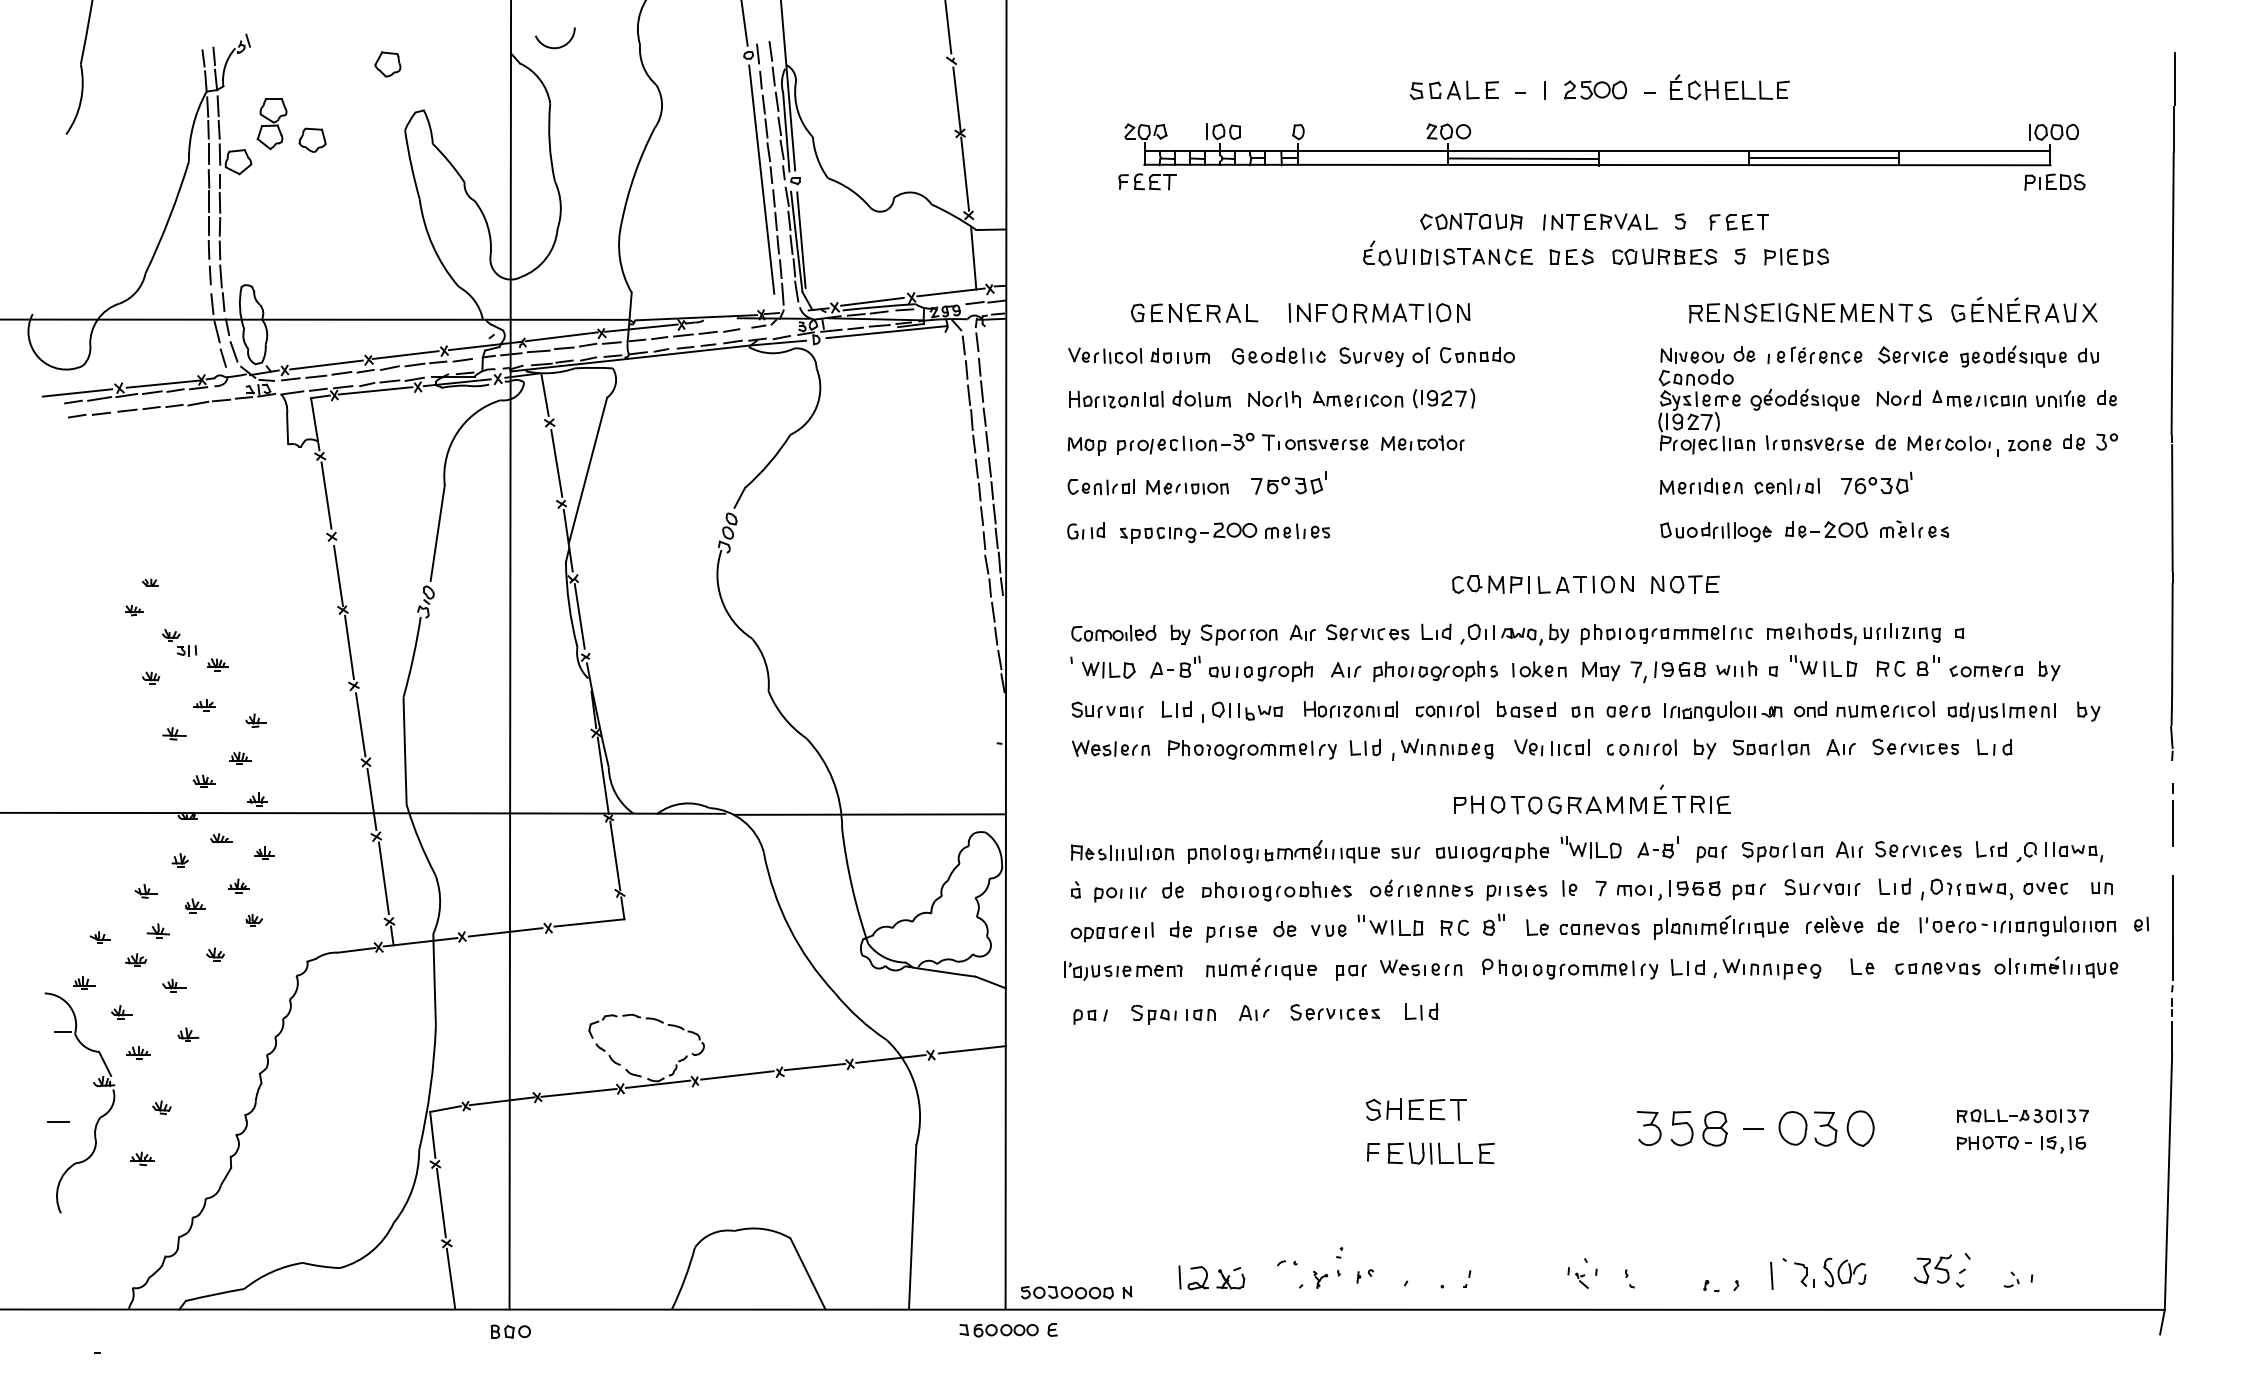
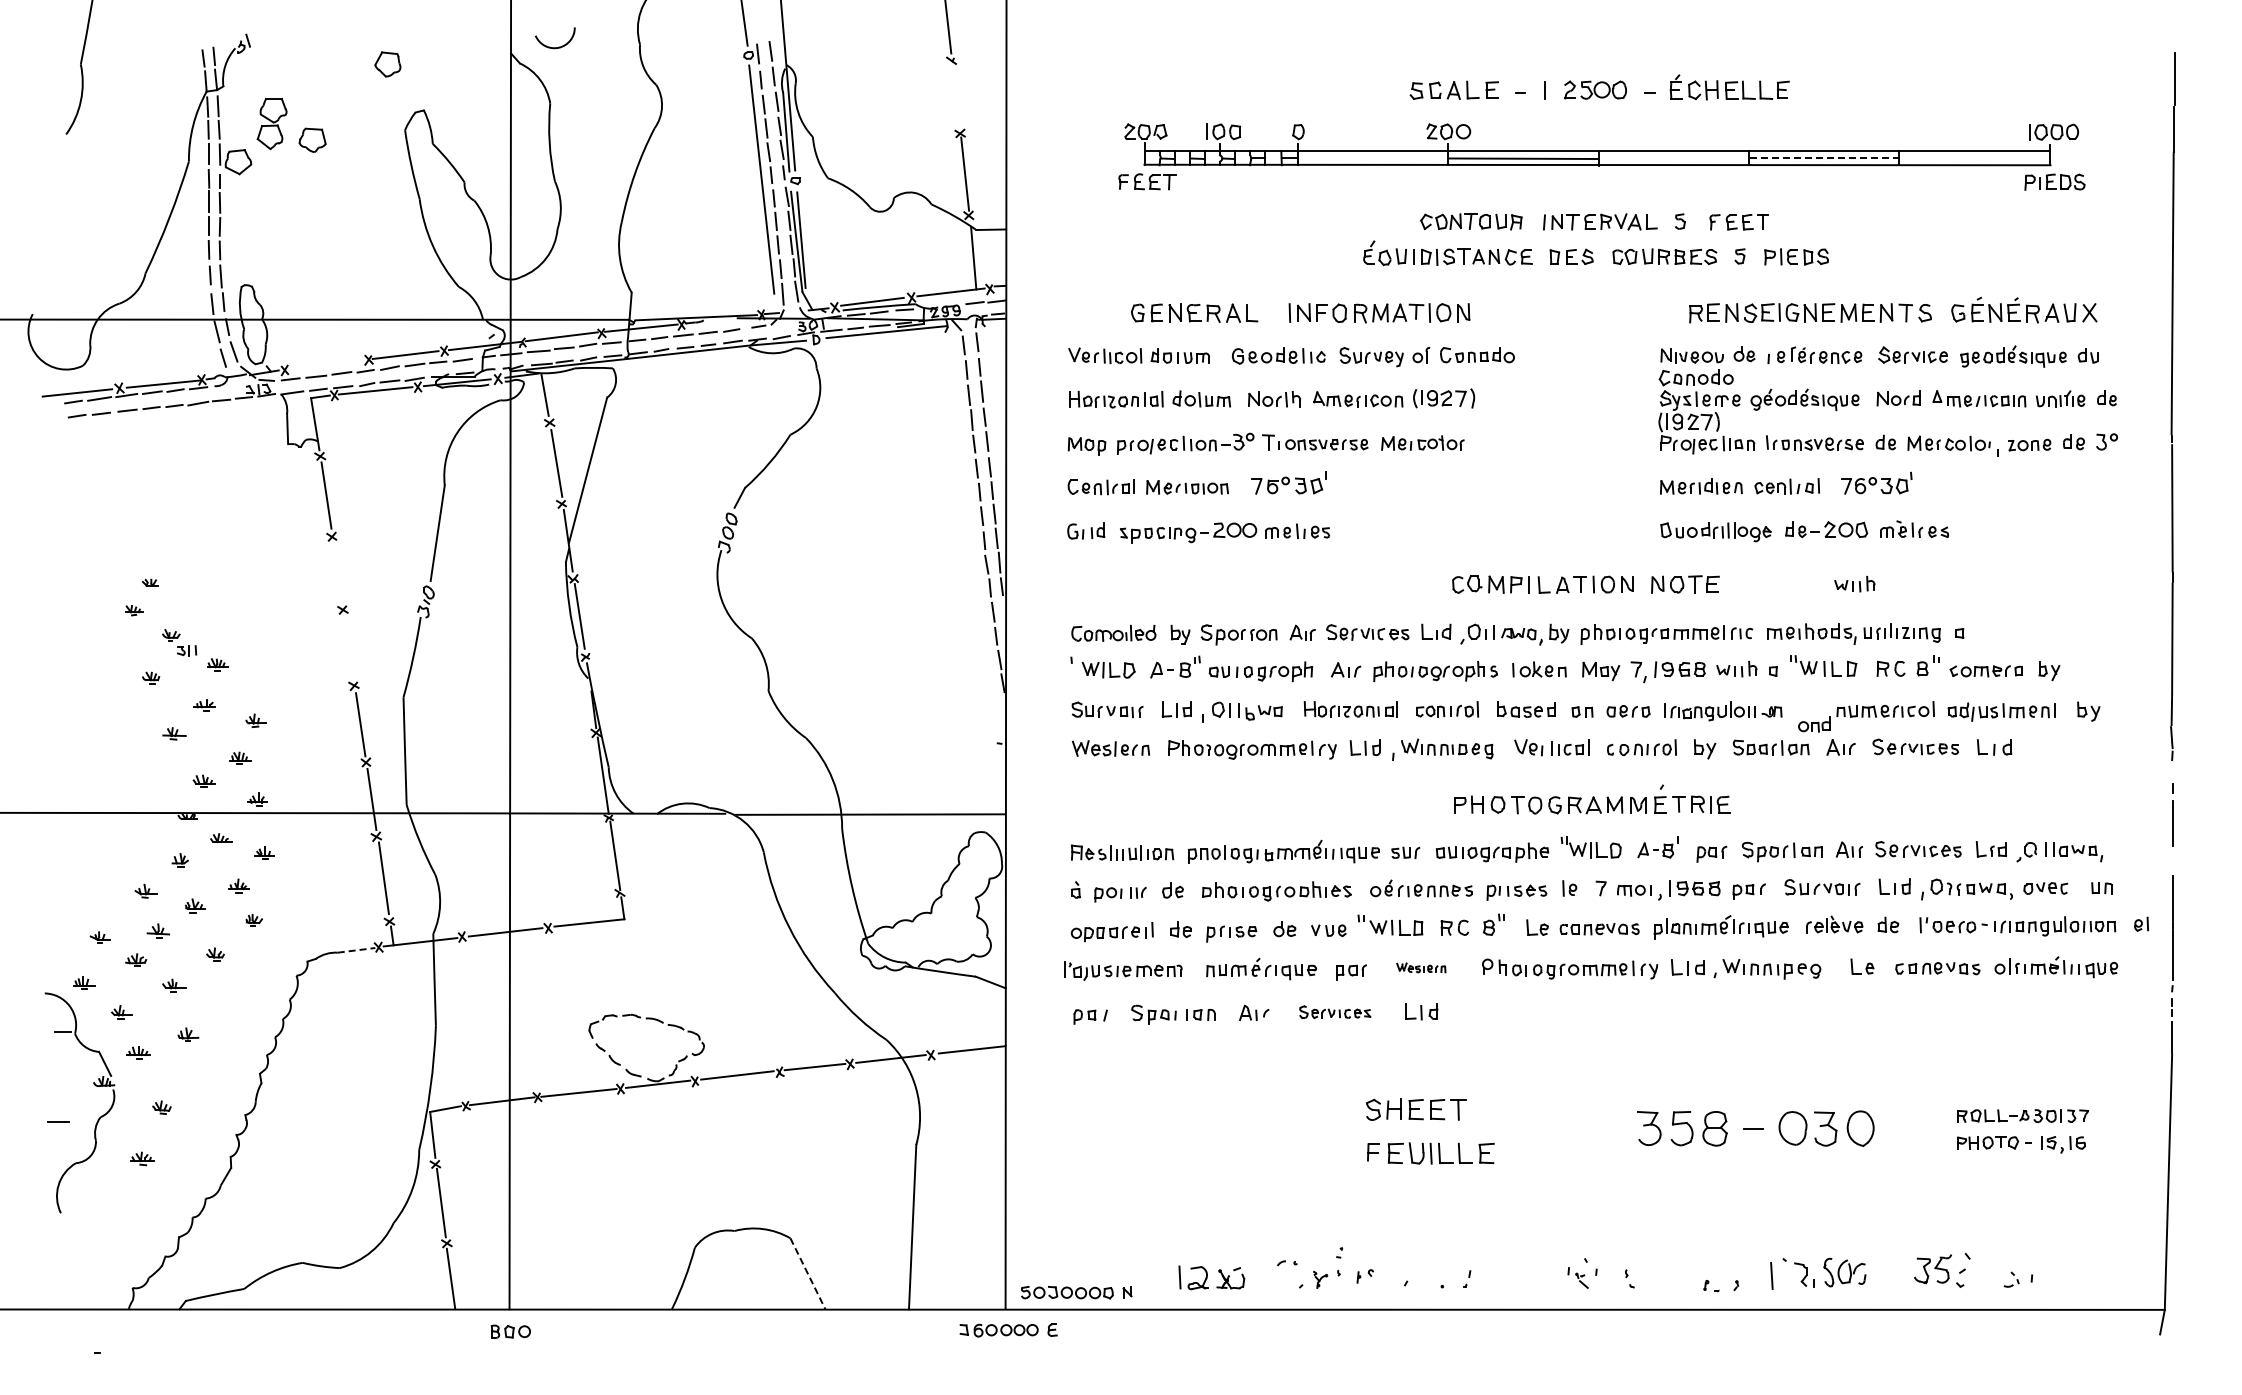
line at (956, 99): present -> none
line at (1824, 158): solid -> dashed
line at (326, 364): present -> none
line at (338, 575): present -> none
part at (1854, 584): none -> present
line at (349, 647): present -> none
part at (1810, 709) position: (1810, 709) -> (1814, 724)
line at (356, 950): solid -> dashed
part at (1421, 967) size: 83x18 px -> 51x12 px
part at (1334, 1011) size: 90x18 px -> 73x15 px
line at (807, 1273): solid -> dashed
